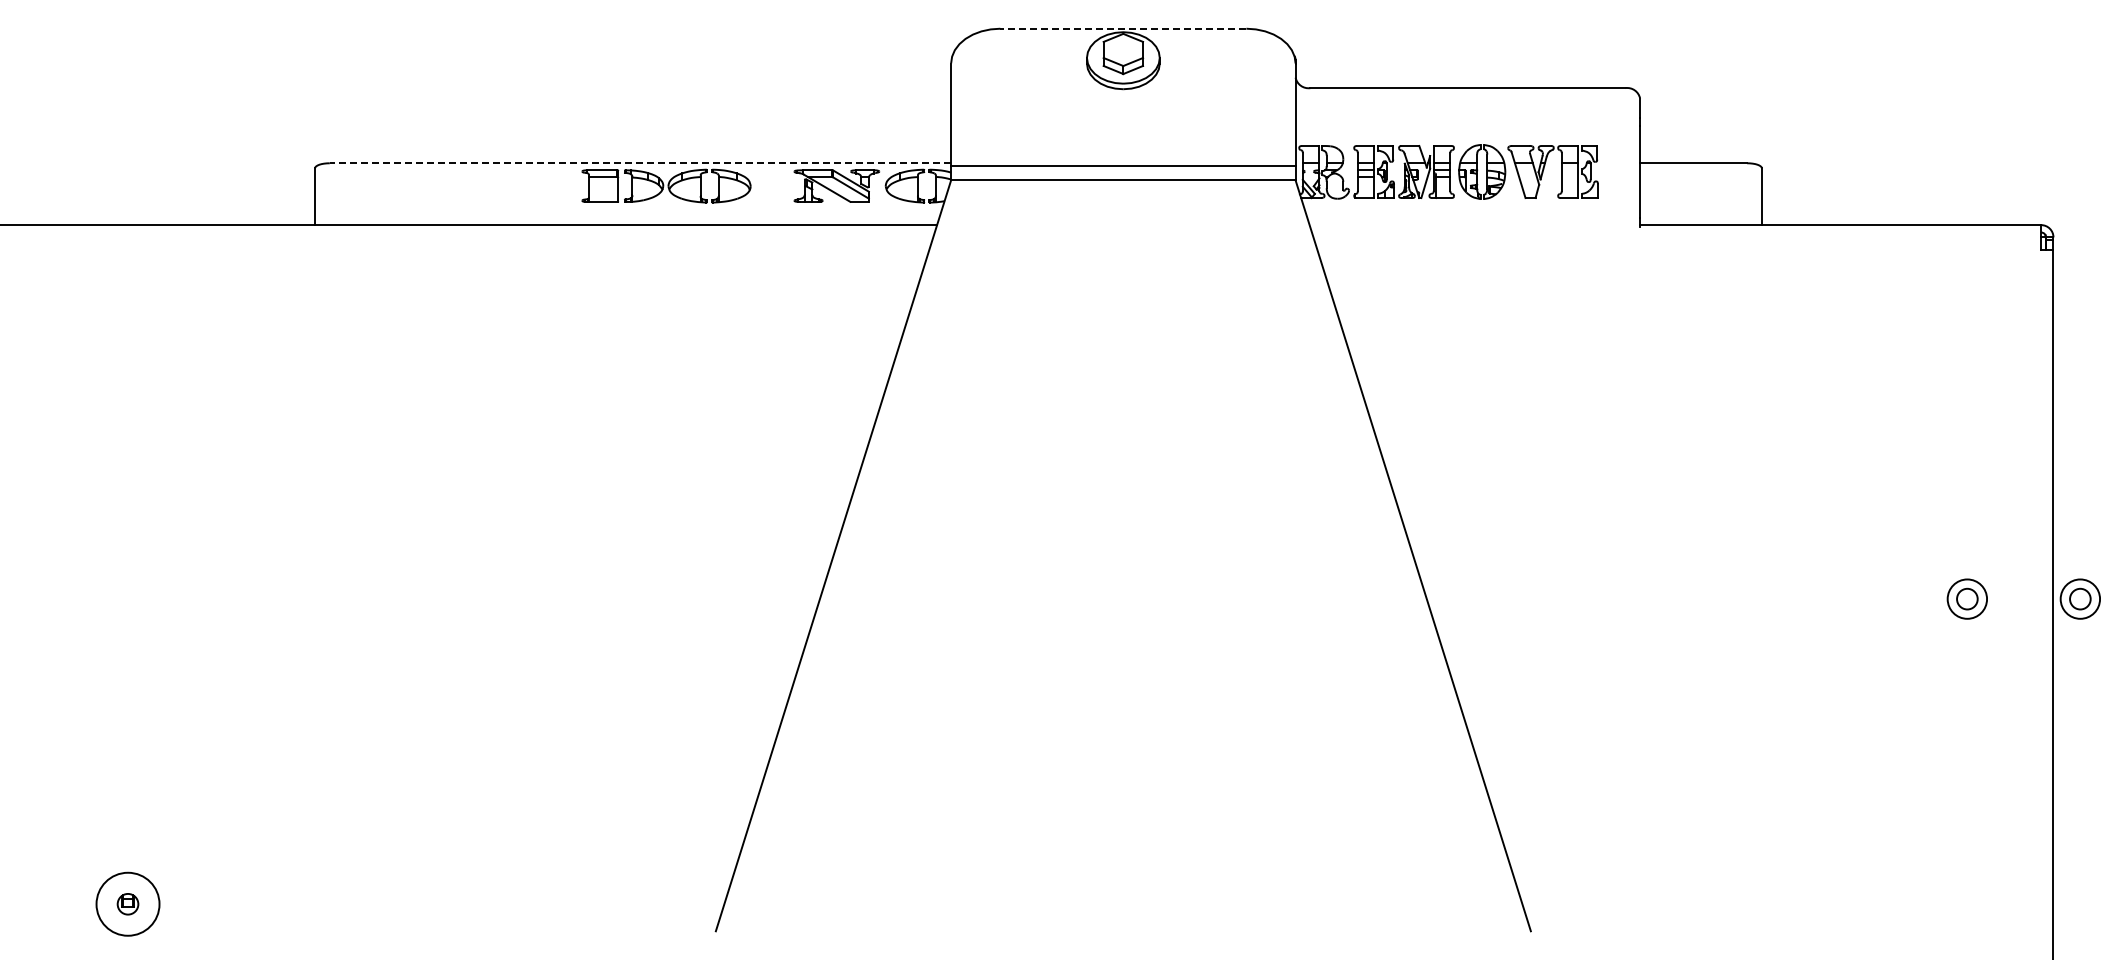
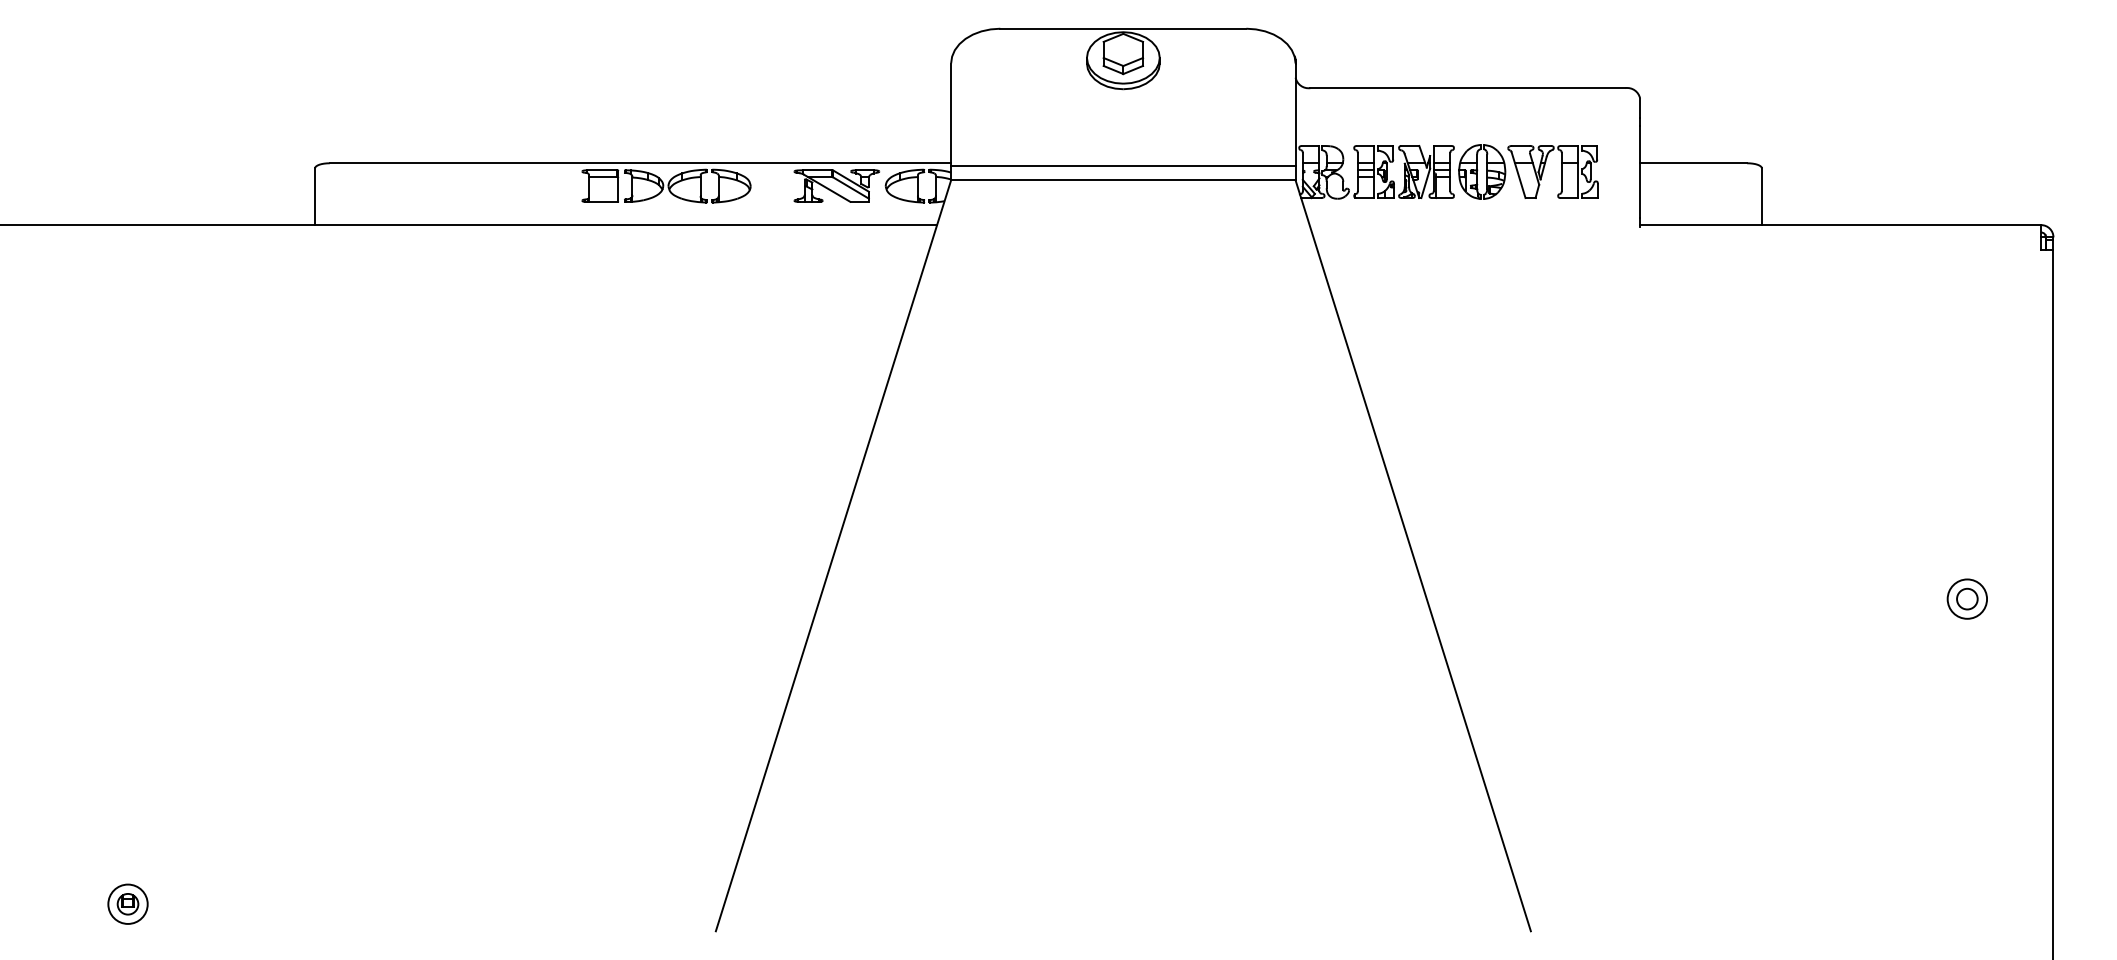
line at (1122, 28): dashed -> solid
line at (640, 163): dashed -> solid
part at (2079, 598): present -> none
circle at (127, 903) diameter: 63 px -> 39 px
